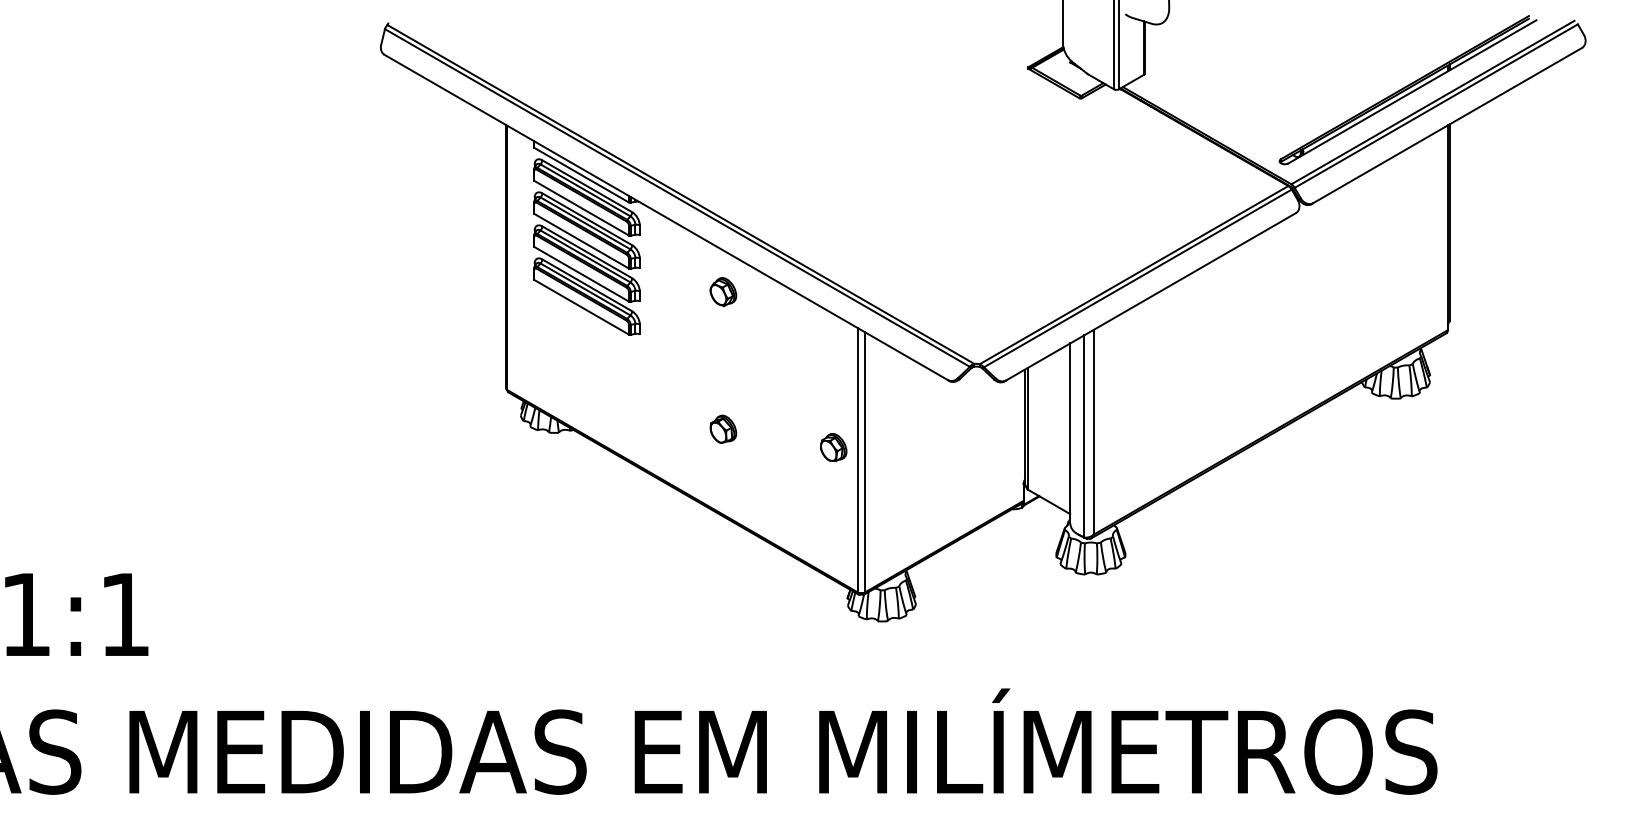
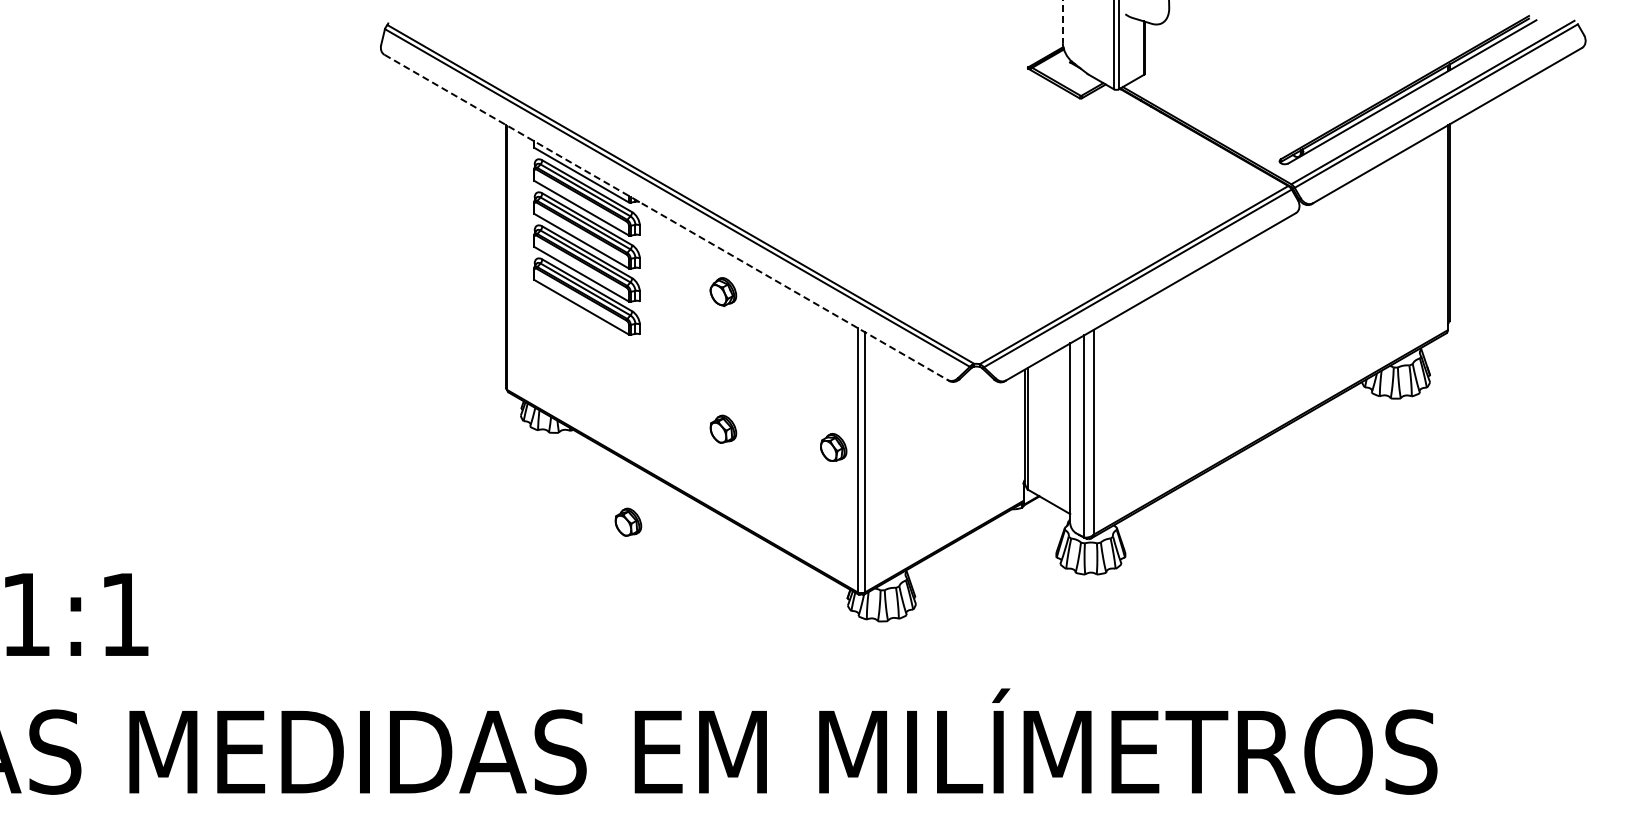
line at (1062, 22): solid -> dashed
line at (666, 217): solid -> dashed
part at (628, 521): none -> present
